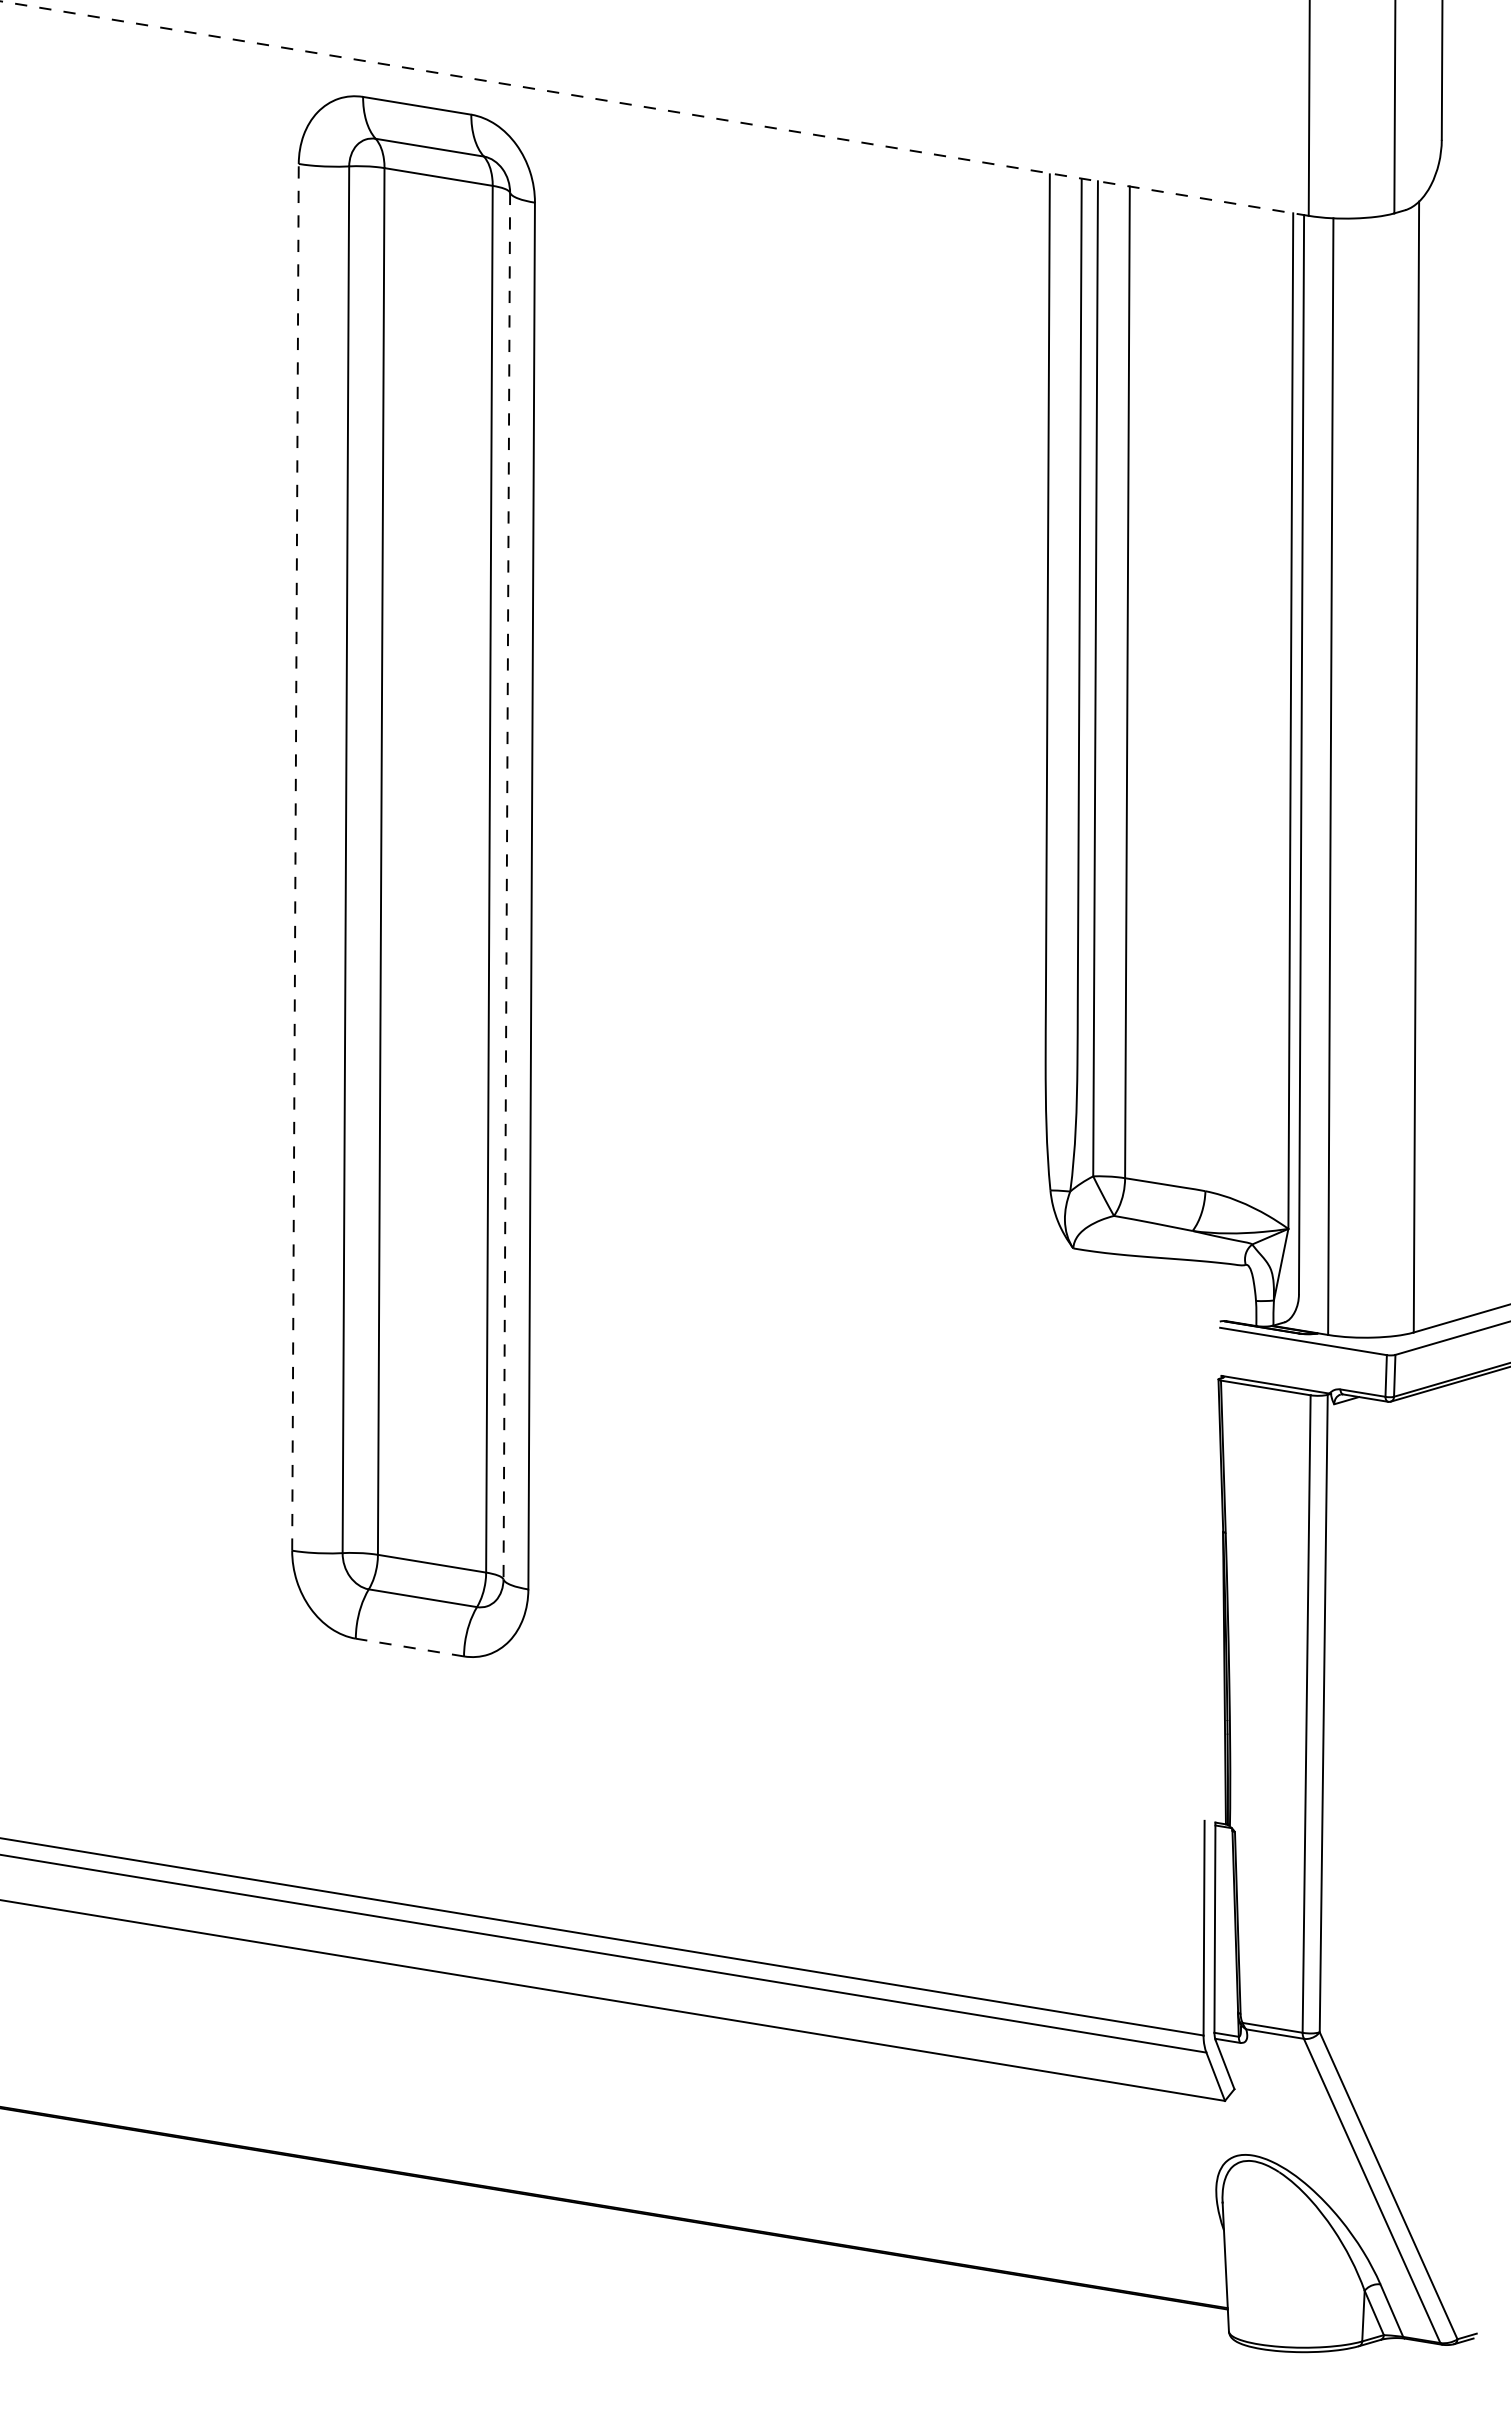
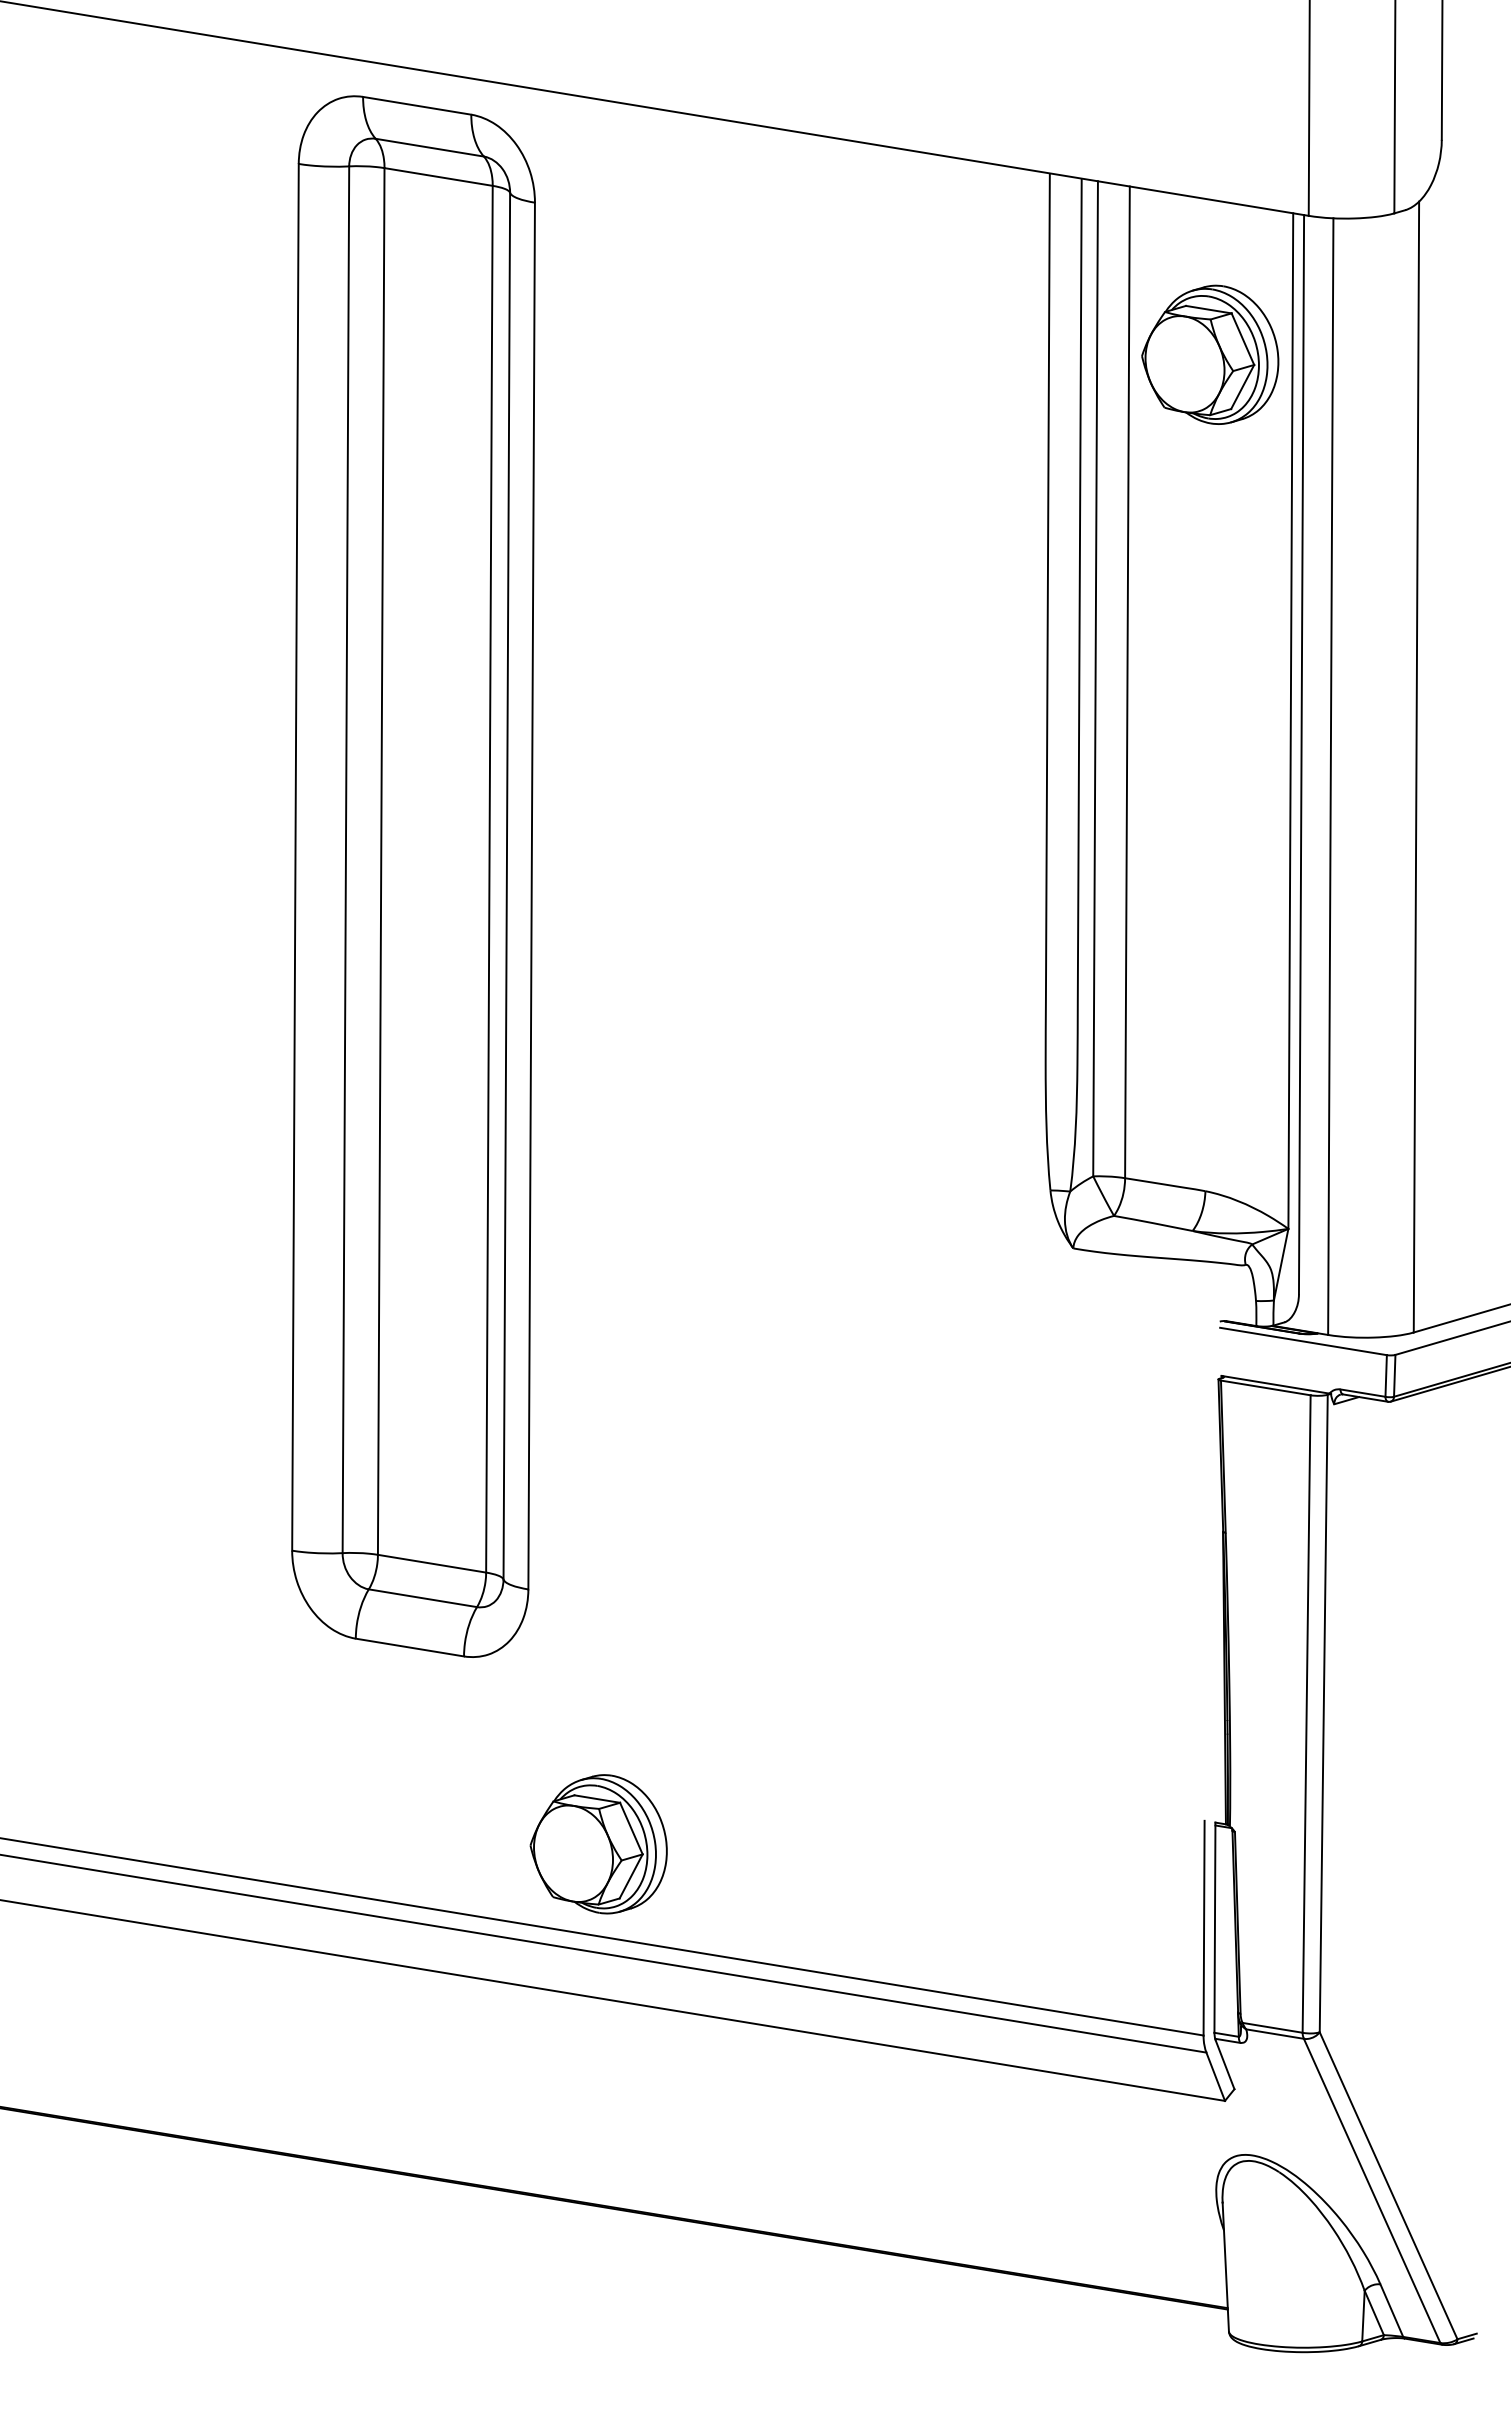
line at (654, 108): dashed -> solid
part at (1210, 354): none -> present
line at (295, 856): dashed -> solid
line at (506, 886): dashed -> solid
line at (409, 1647): dashed -> solid
part at (598, 1844): none -> present
